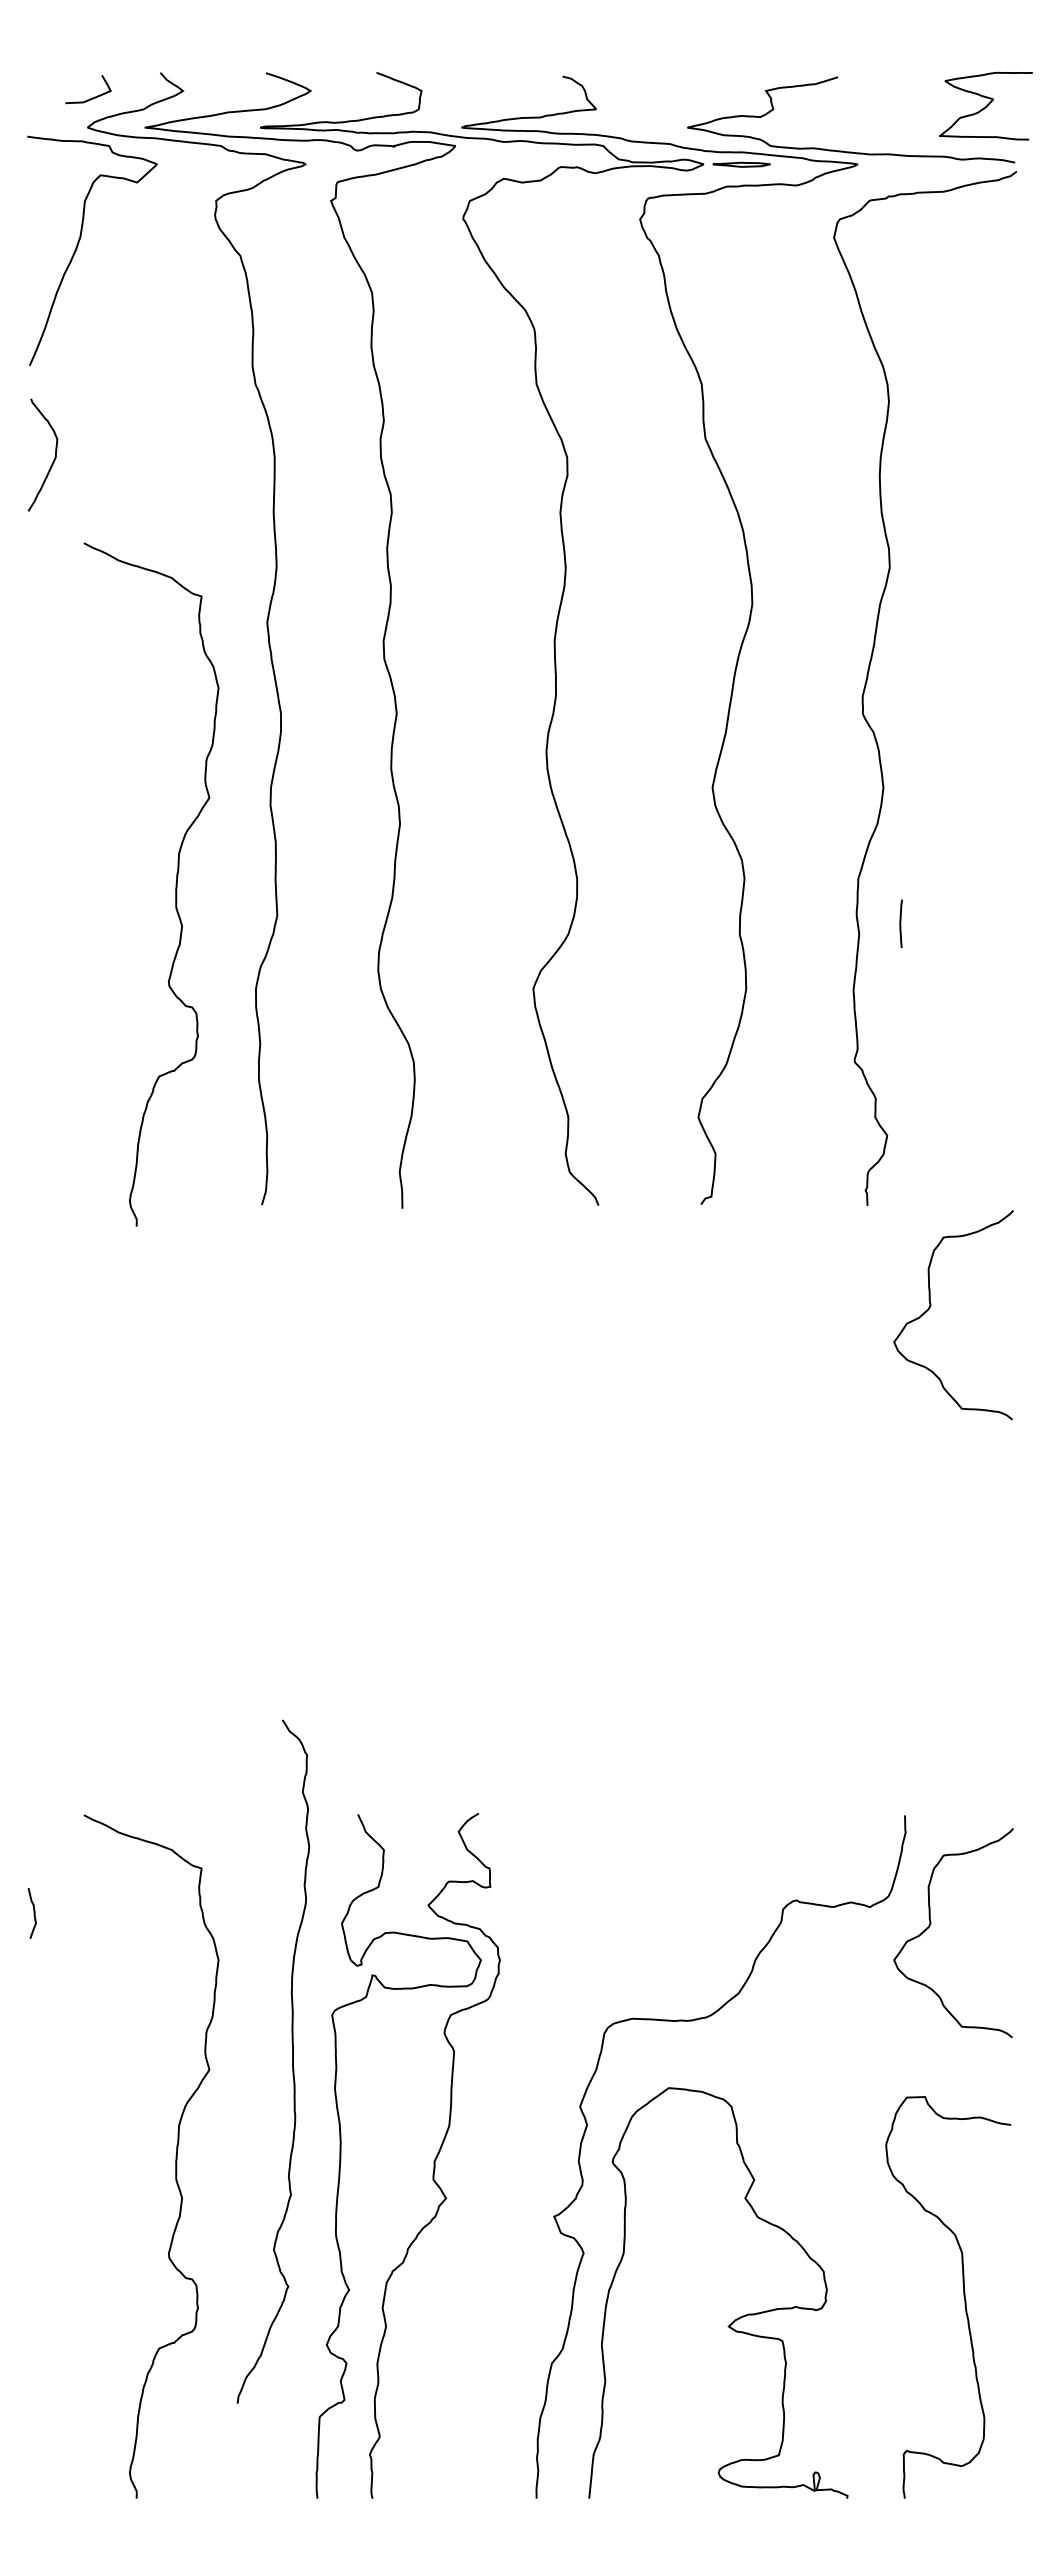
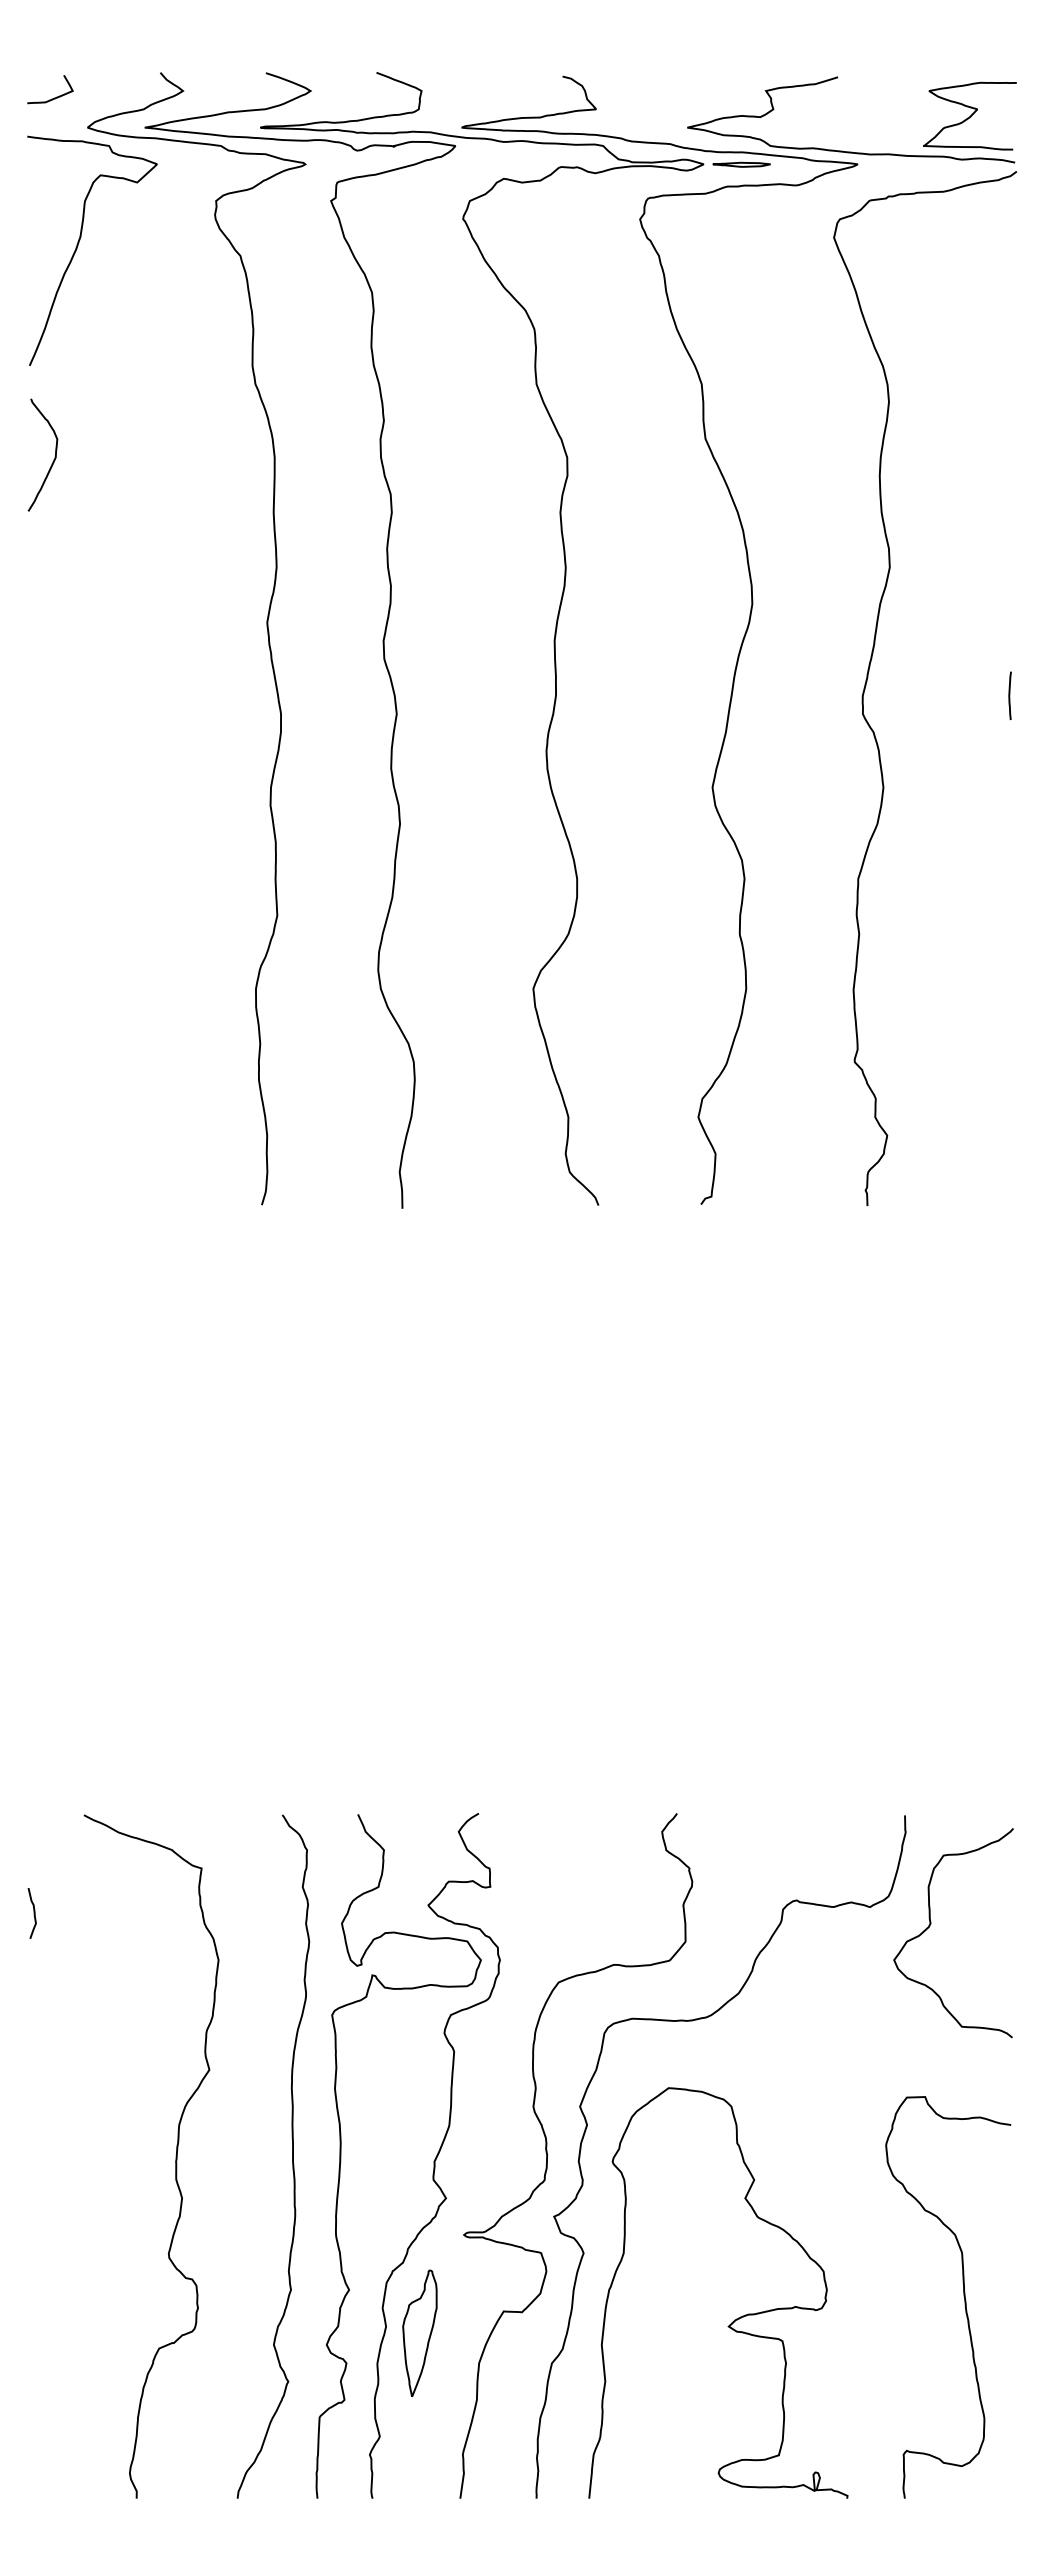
curve at (92, 97) position: (92, 97) -> (54, 97)
curve at (986, 105) position: (986, 105) -> (970, 115)
curve at (175, 884): present -> none
line at (900, 923) position: (900, 923) -> (1009, 695)
curve at (931, 1306): present -> none
curve at (292, 2061) position: (292, 2061) -> (292, 2156)
curve at (547, 2155): none -> present
part at (419, 2332): none -> present
